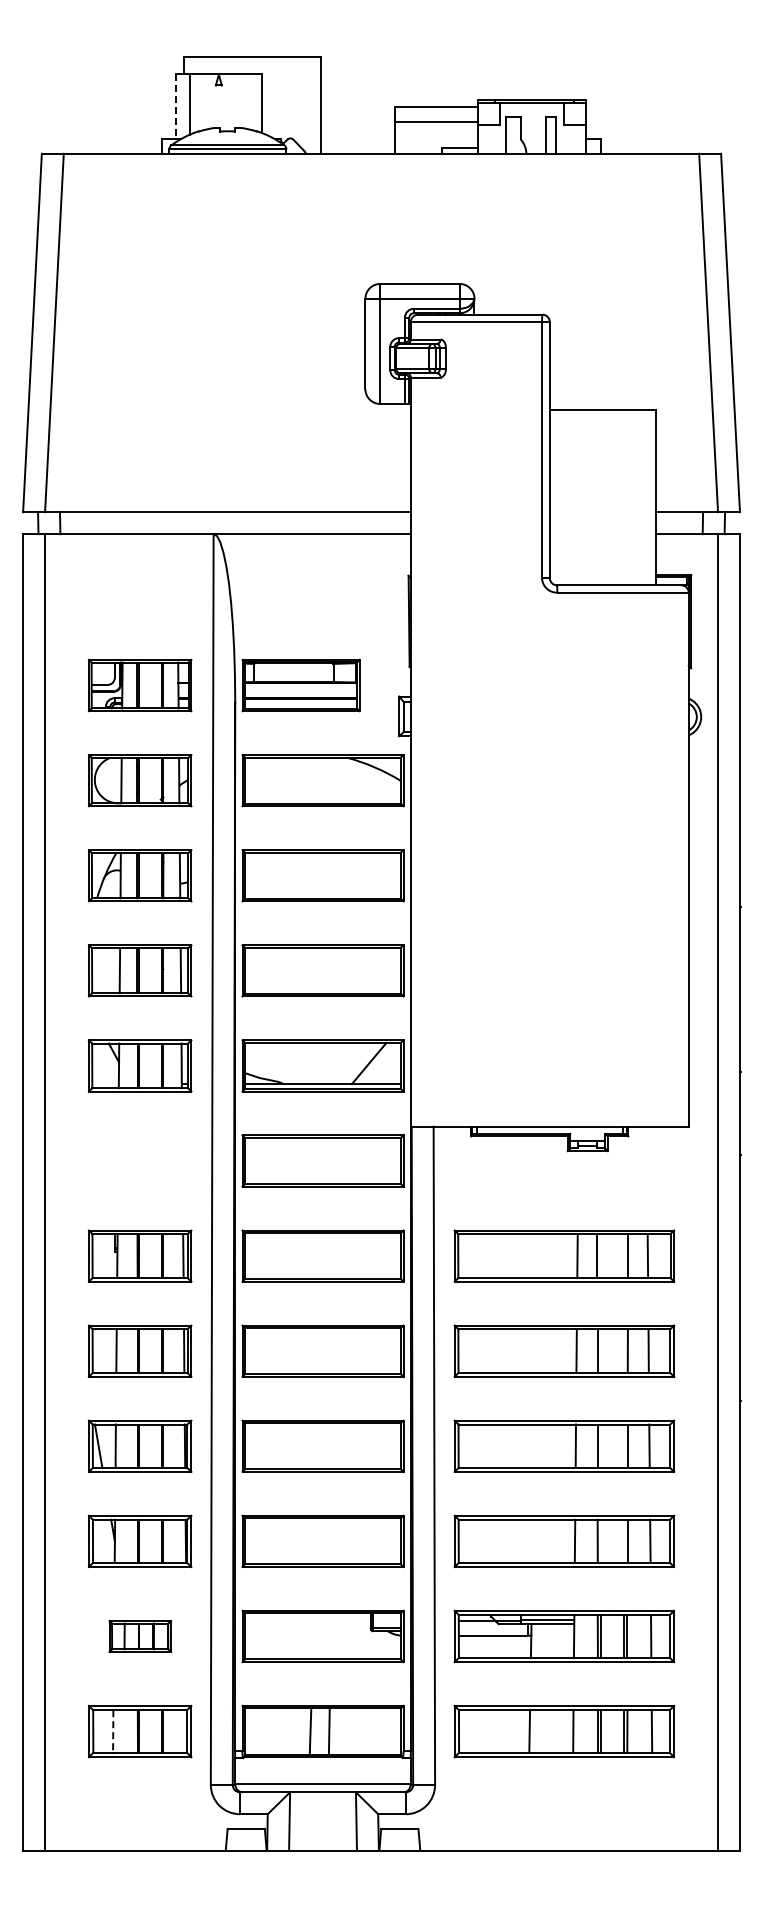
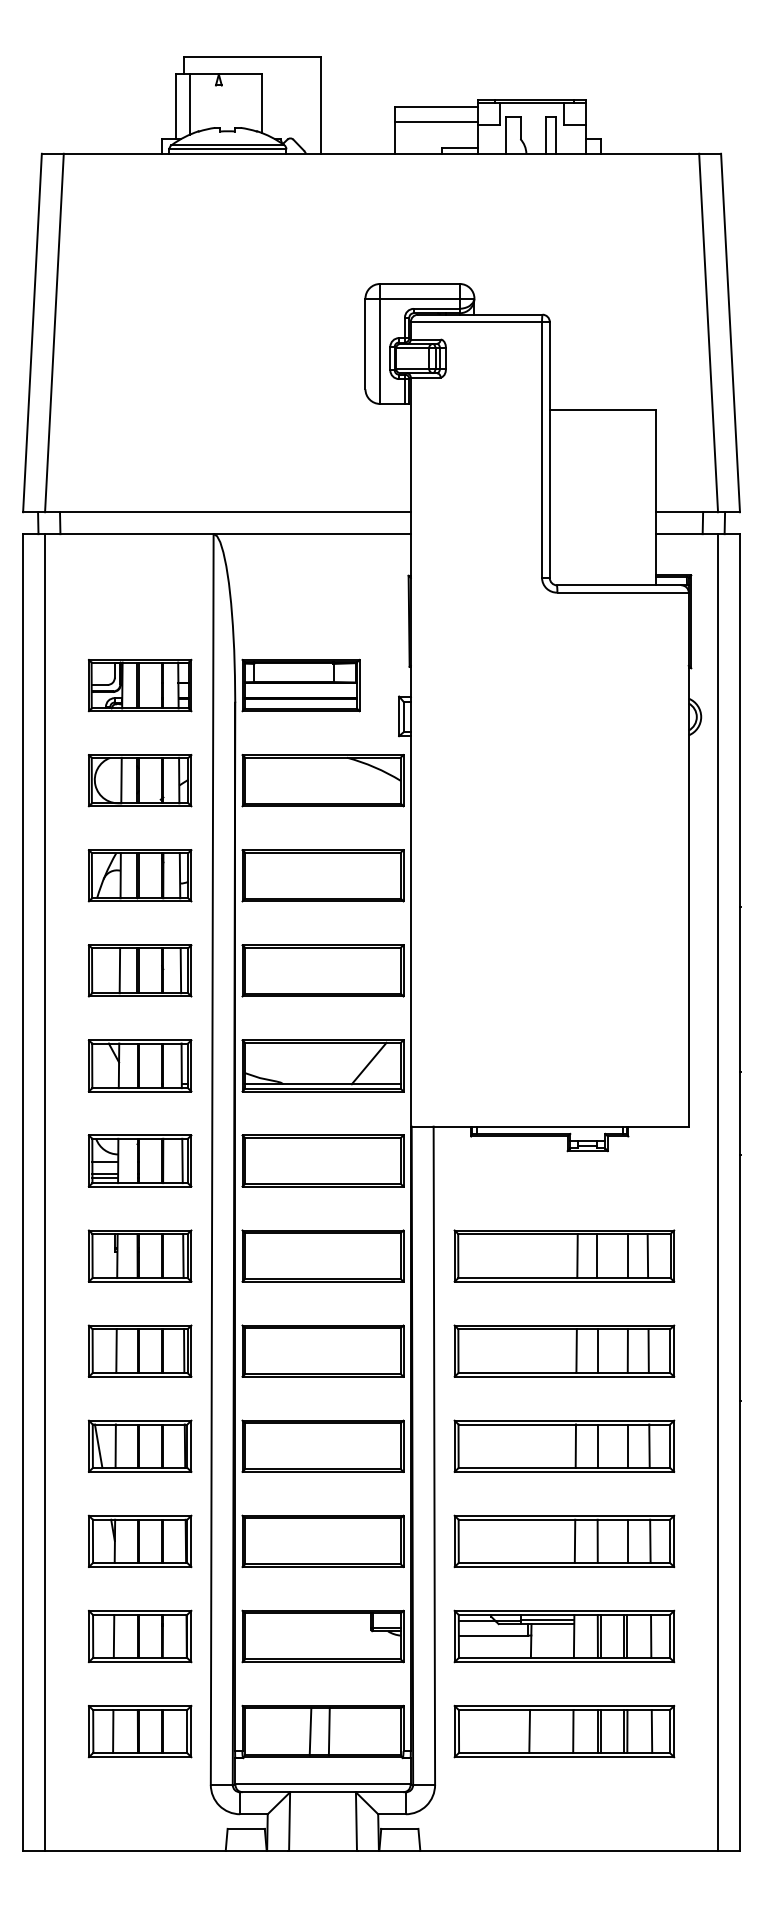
line at (176, 107): dashed -> solid
part at (139, 1160): none -> present
part at (140, 1636) size: 65x33 px -> 105x55 px
line at (113, 1732): dashed -> solid
